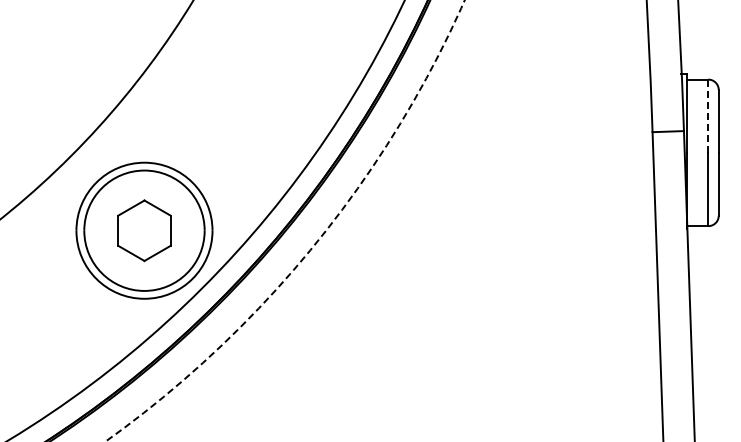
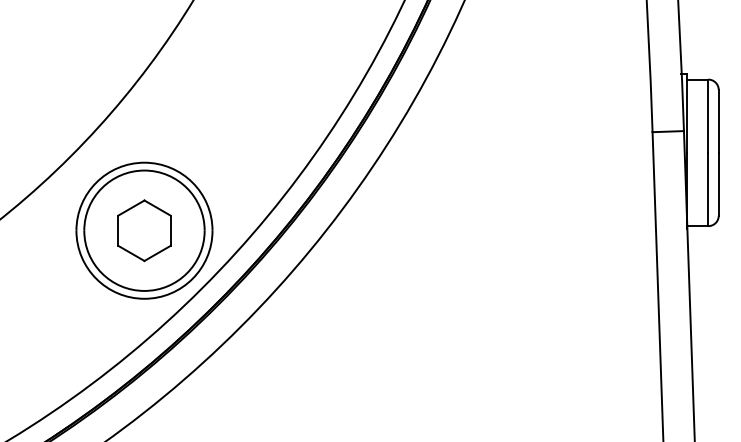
line at (708, 116): dashed -> solid
arc at (315, 243): dashed -> solid
